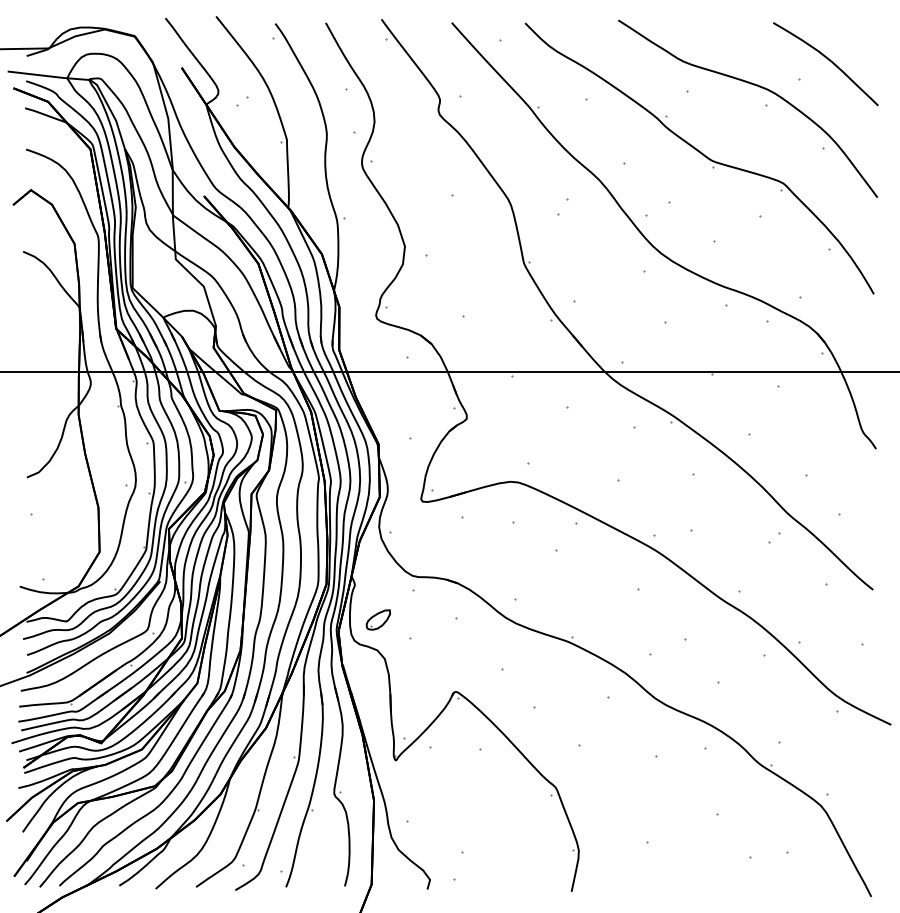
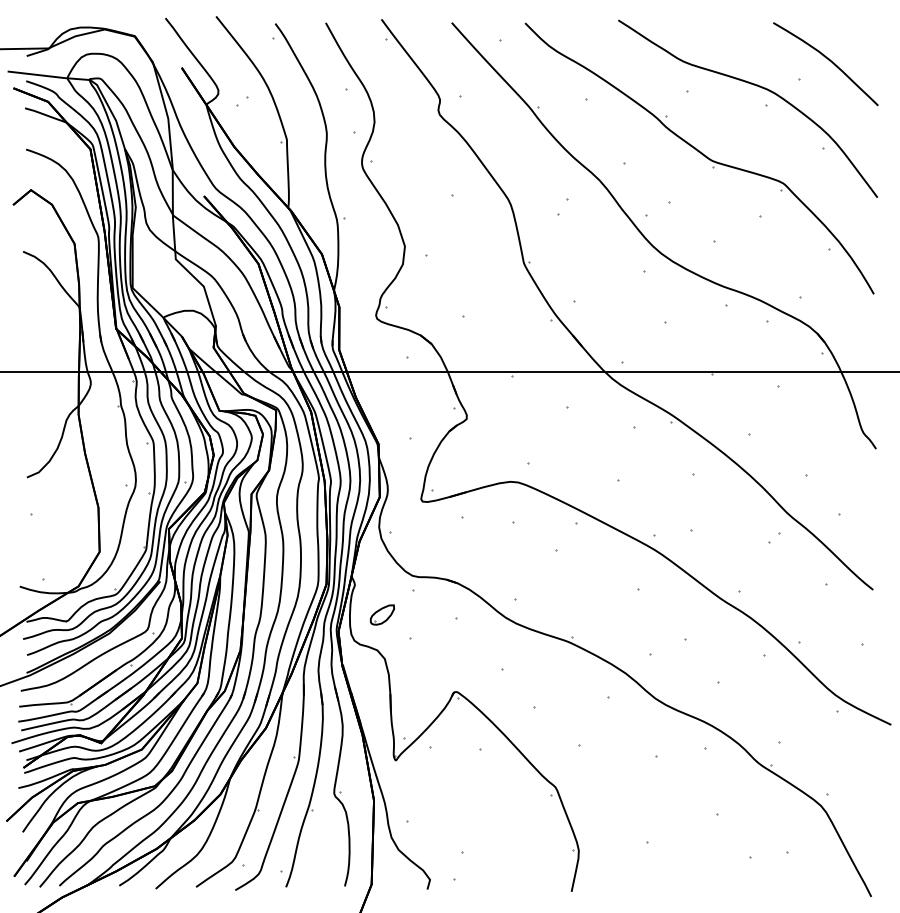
part at (377, 619) position: (377, 619) -> (381, 614)
